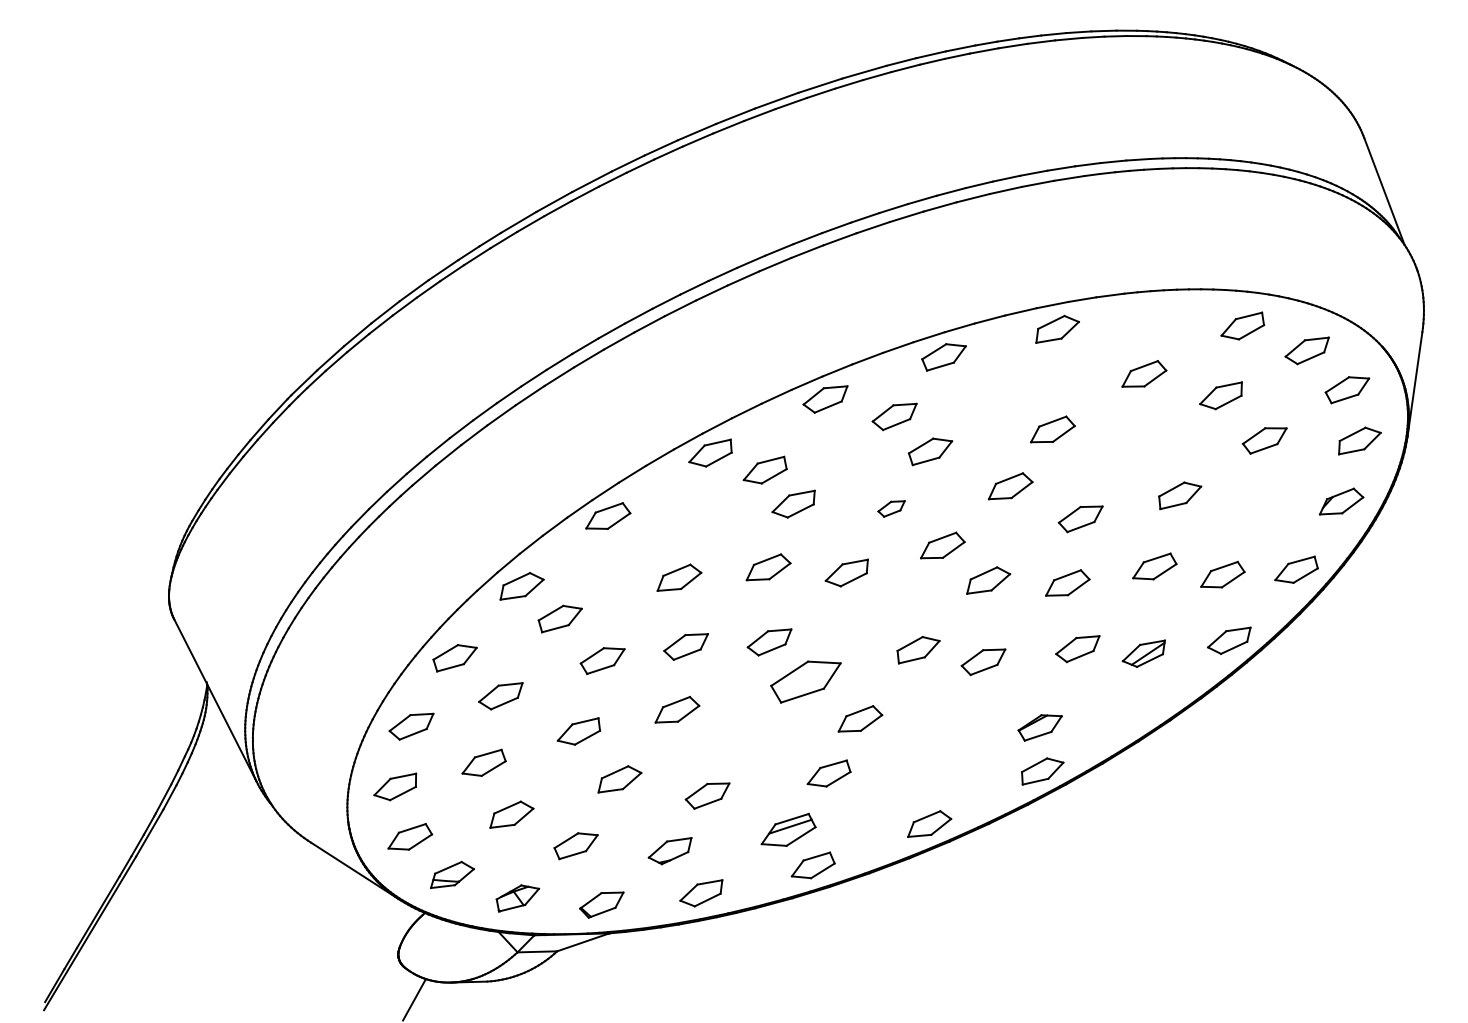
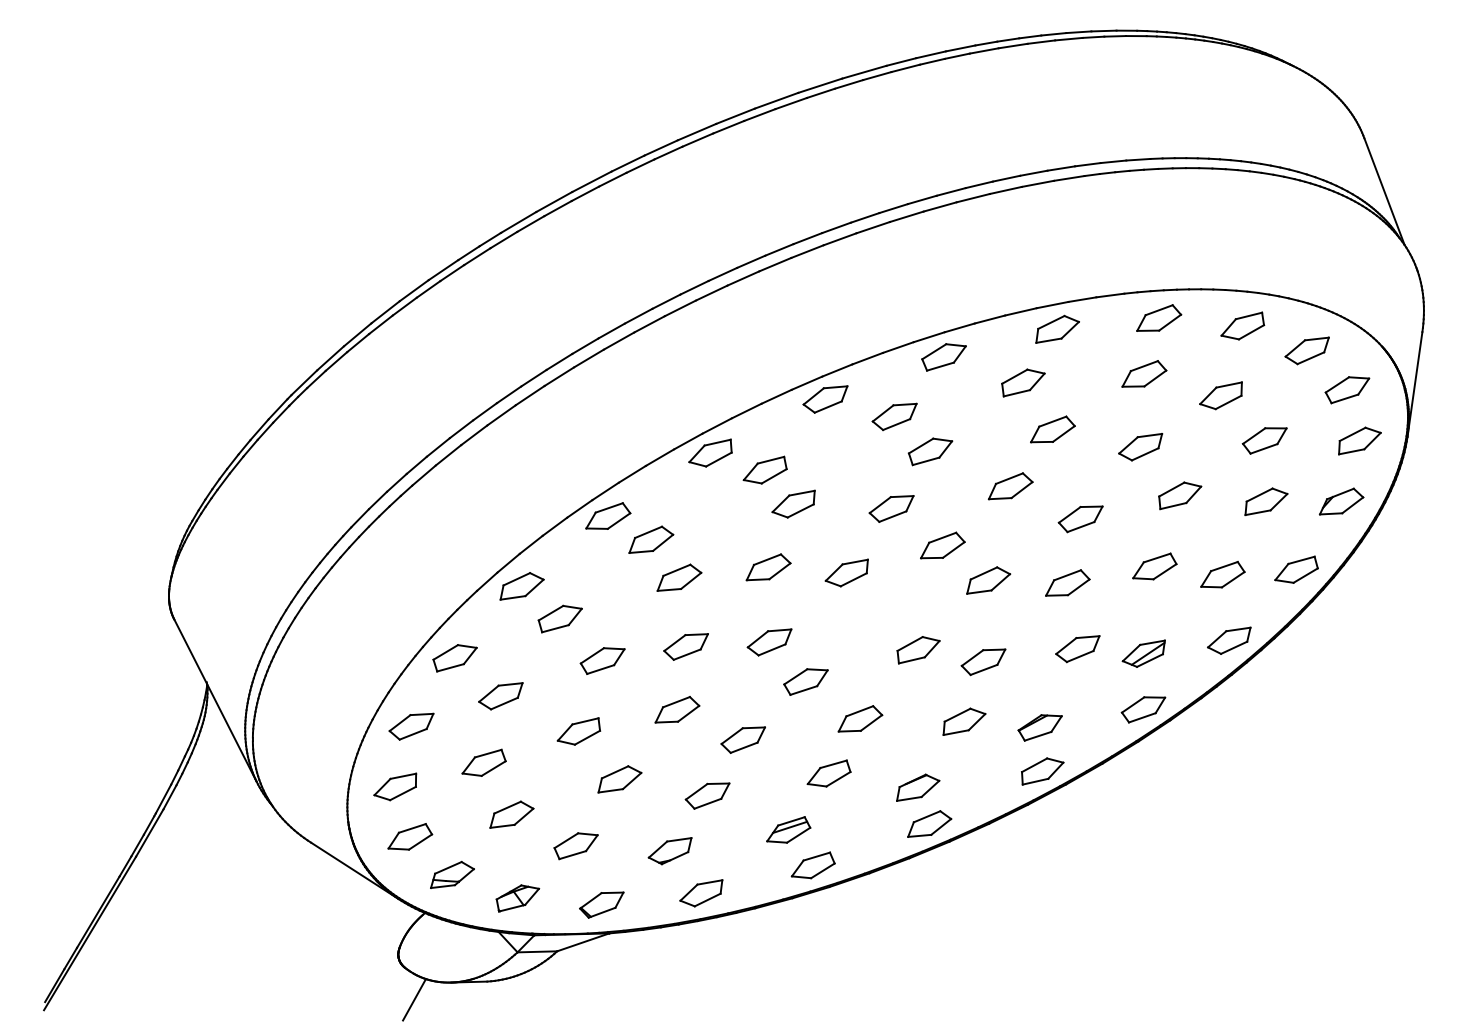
part at (1159, 317): none -> present
part at (1023, 382): none -> present
part at (1140, 447): none -> present
part at (1266, 501): none -> present
part at (891, 508) size: 29x18 px -> 47x28 px
part at (651, 539): none -> present
part at (805, 681) size: 72x44 px -> 46x28 px
part at (1143, 709): none -> present
part at (964, 721): none -> present
part at (742, 739): none -> present
part at (918, 787): none -> present
part at (788, 829) size: 57x35 px -> 46x28 px
